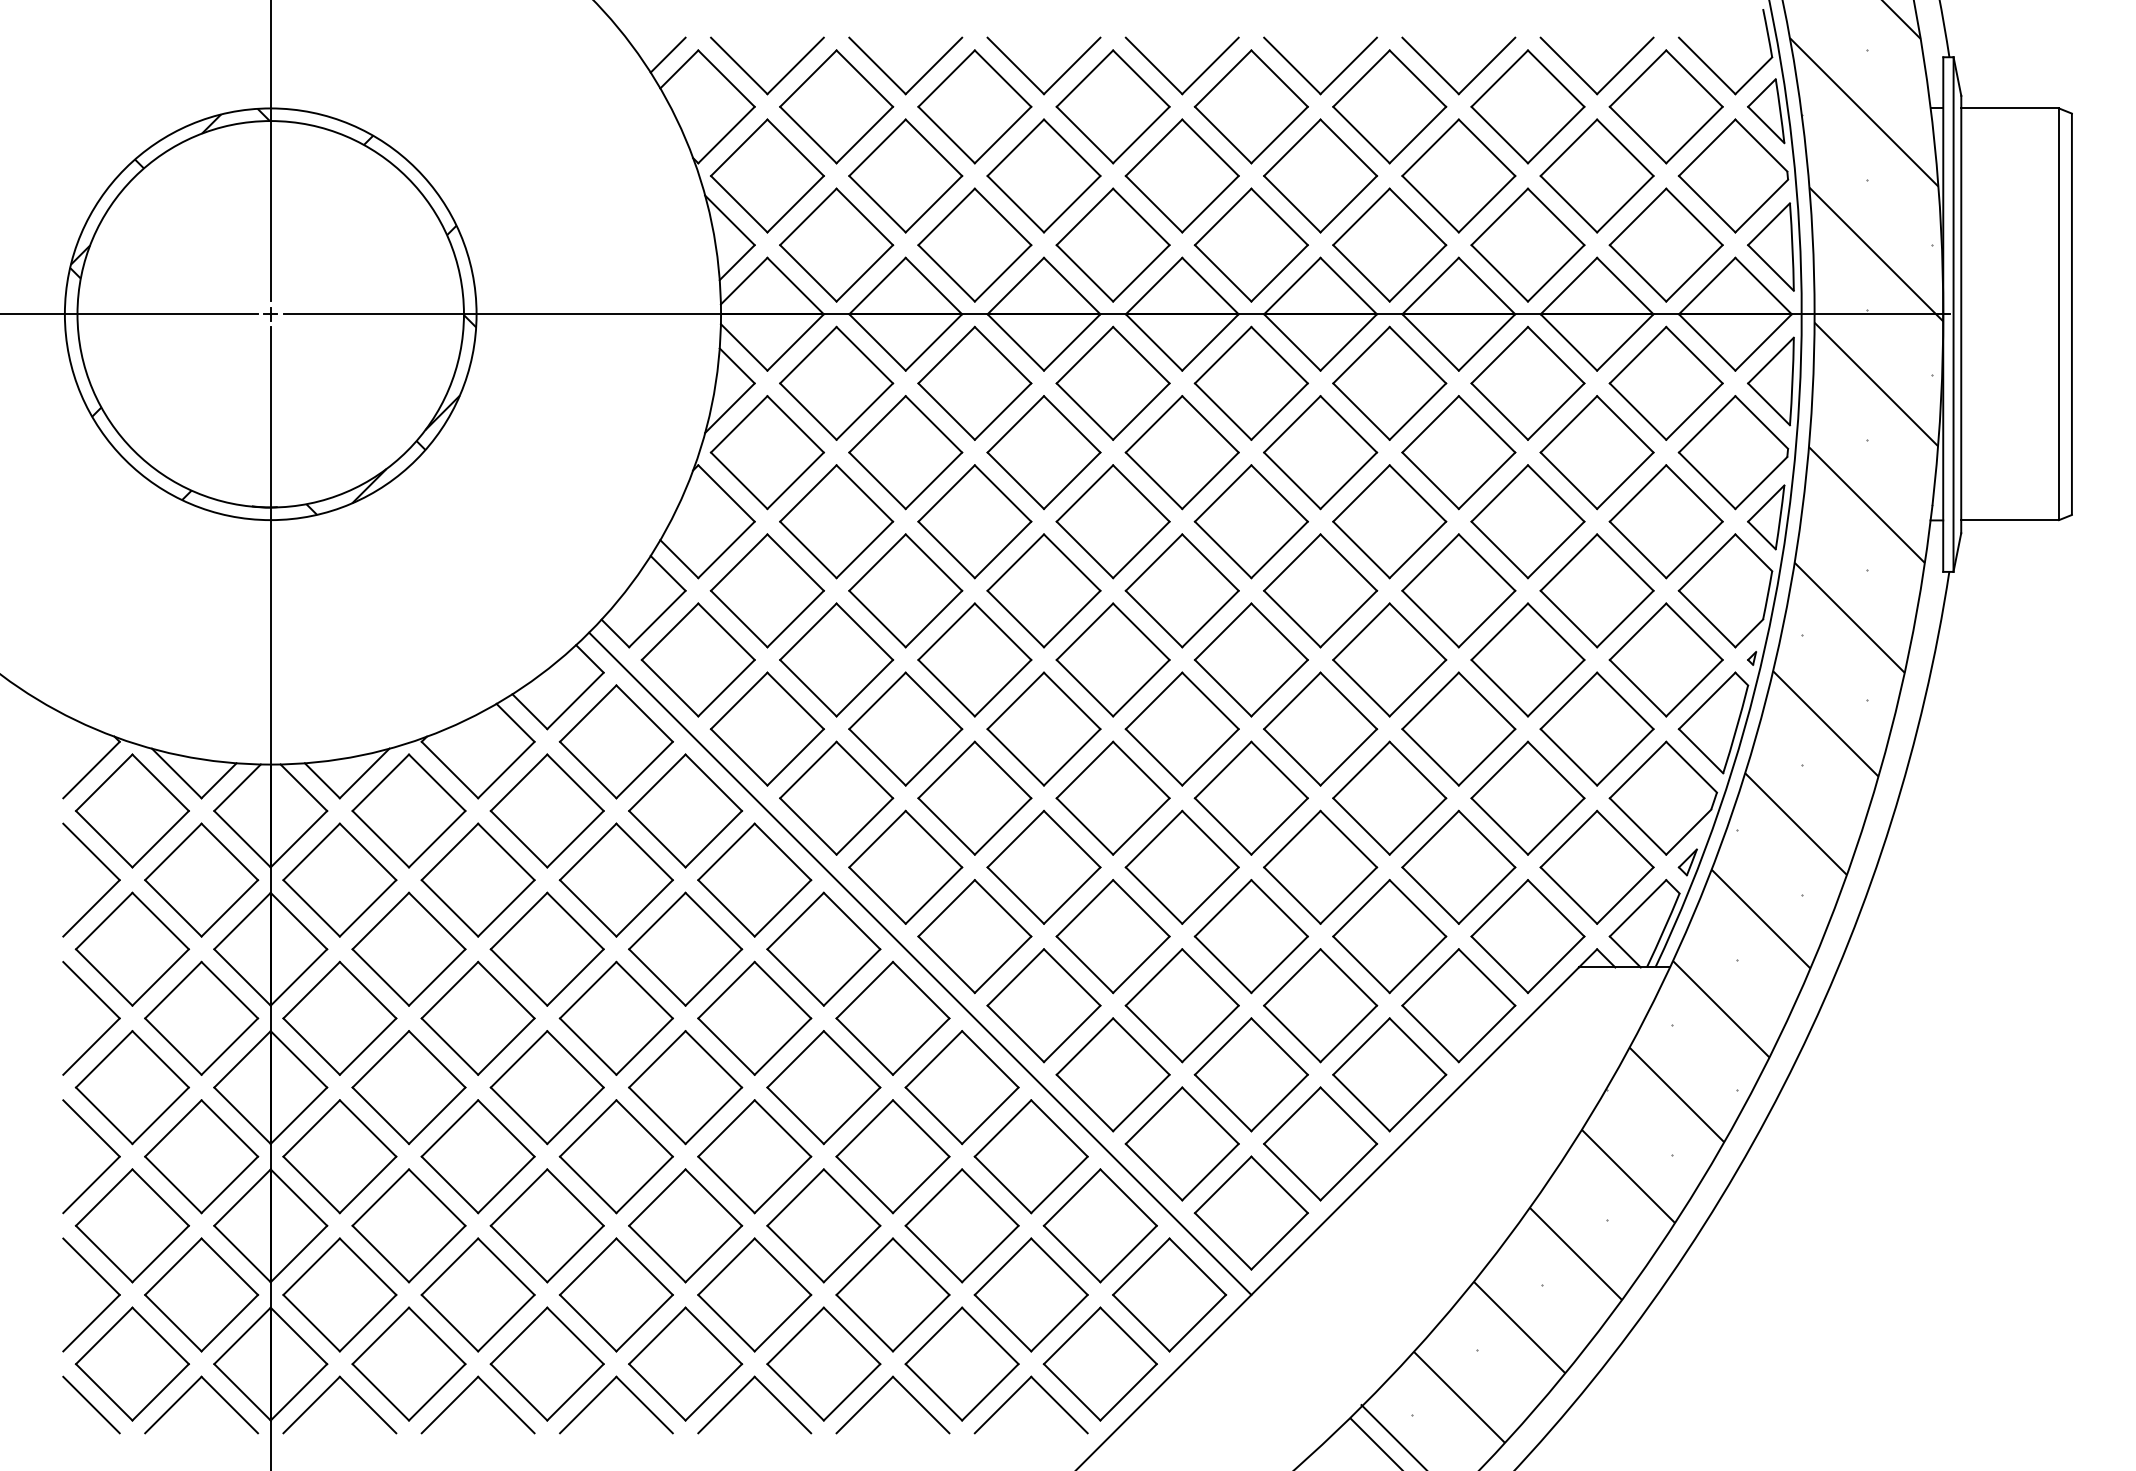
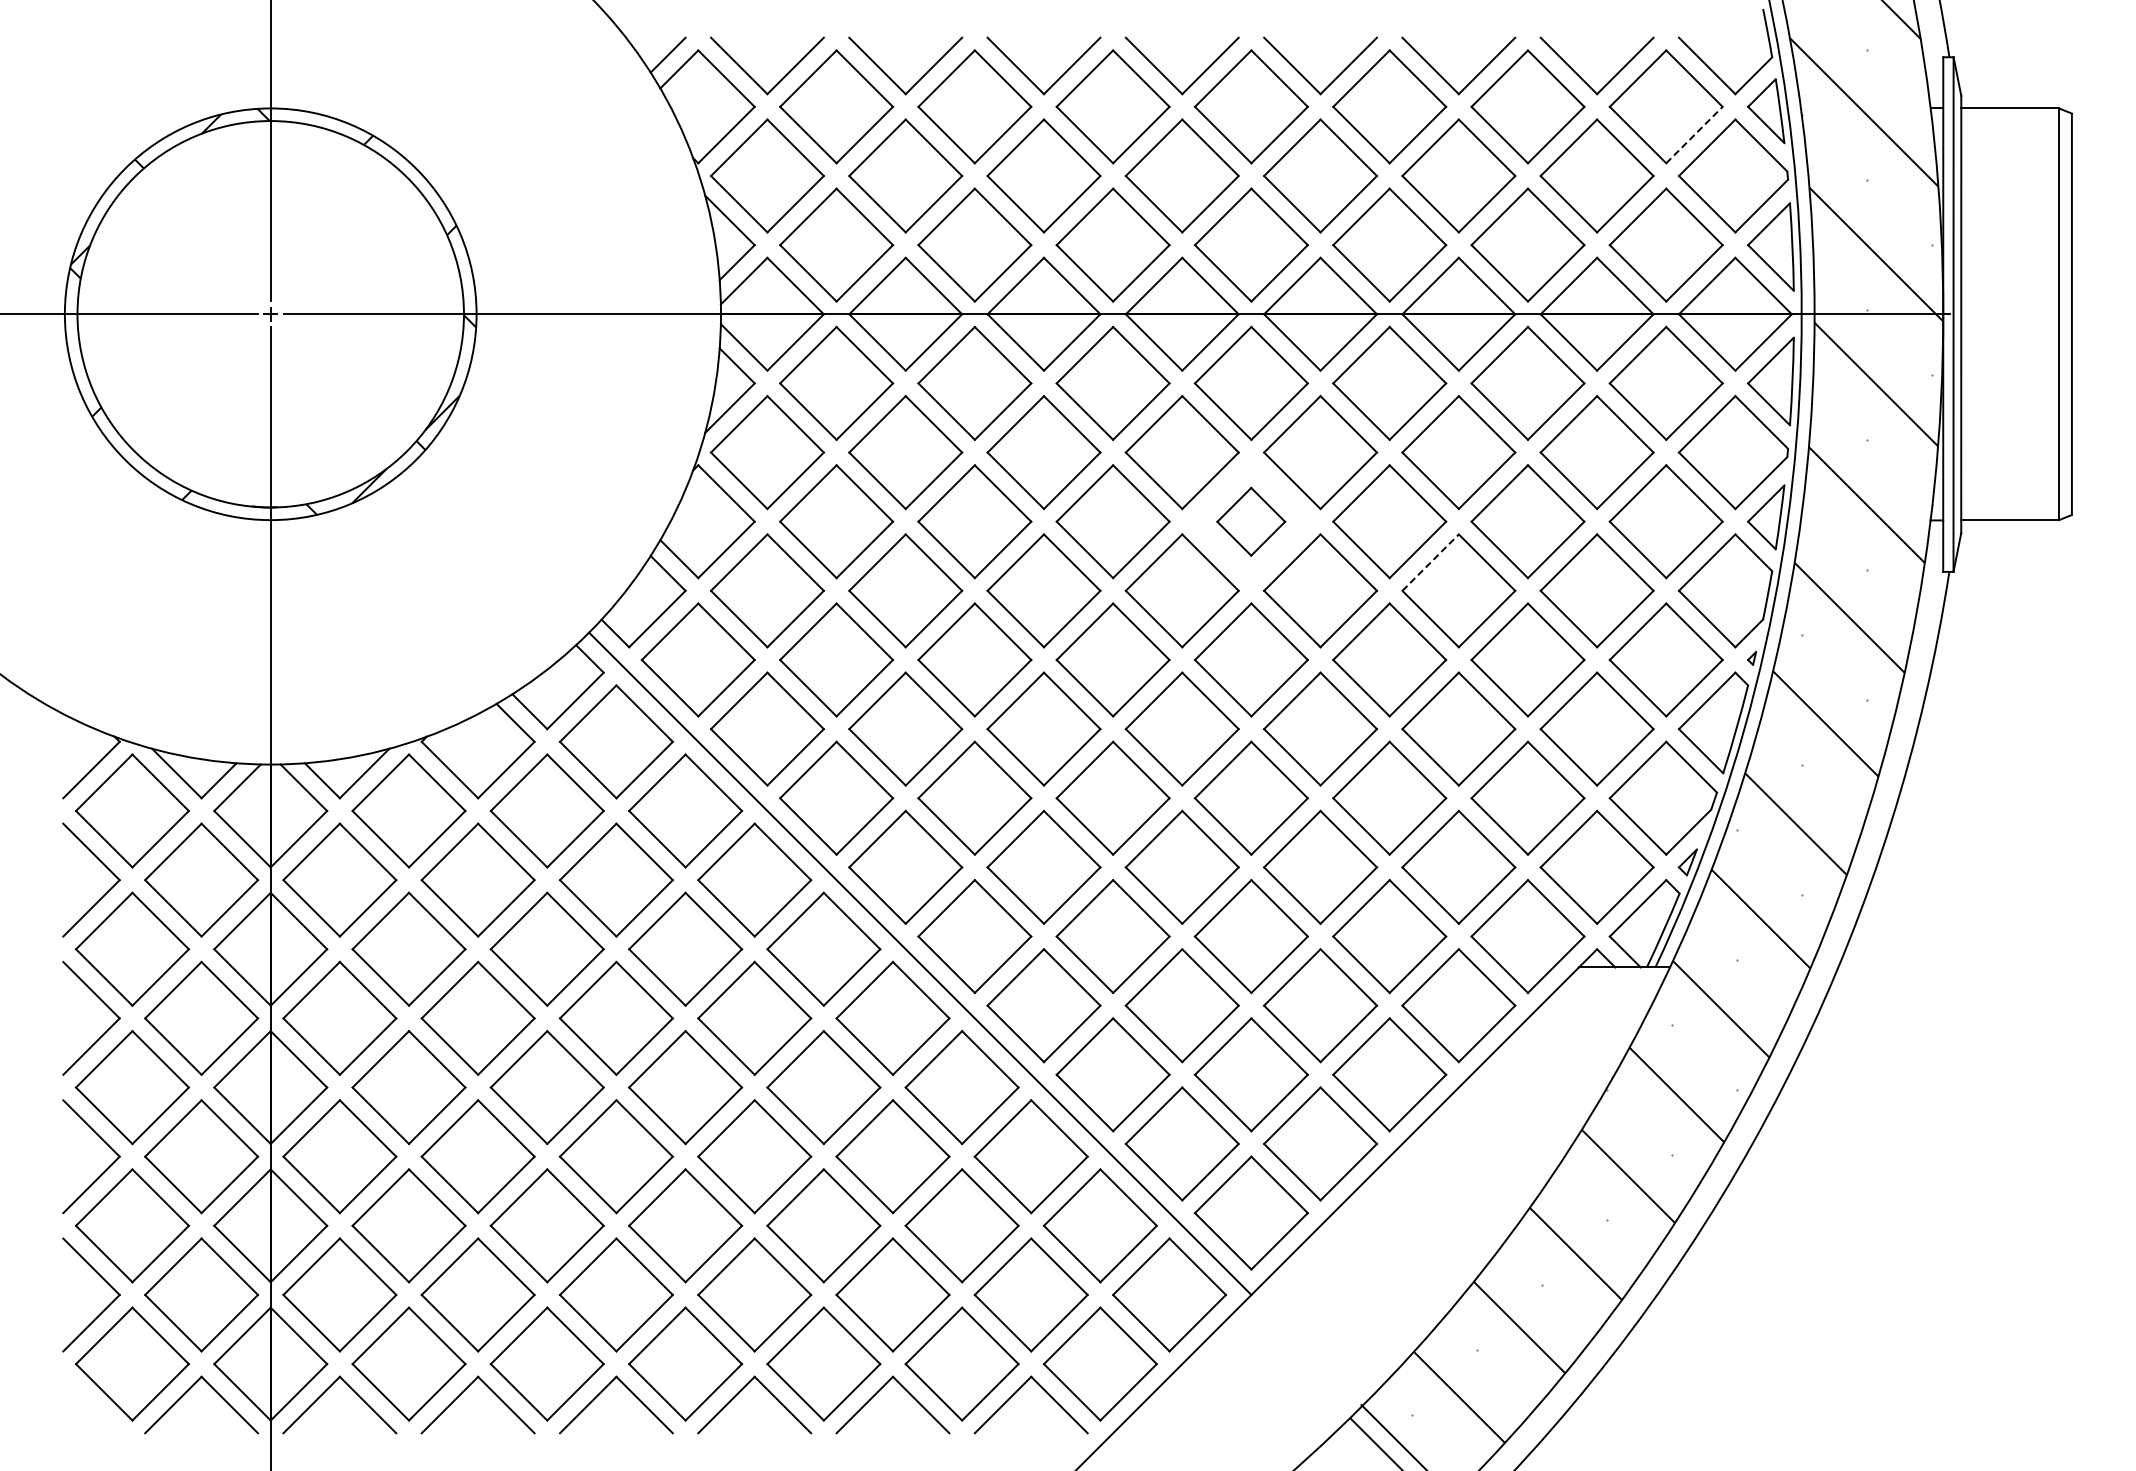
line at (1694, 135): solid -> dashed
part at (1250, 521) size: 116x116 px -> 71x71 px
line at (1430, 562): solid -> dashed
line at (91, 1404): present -> none
